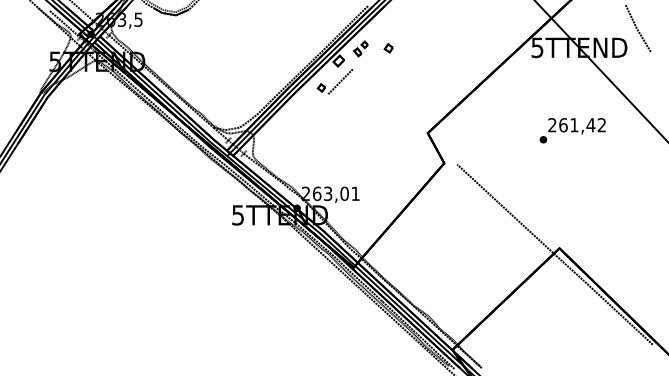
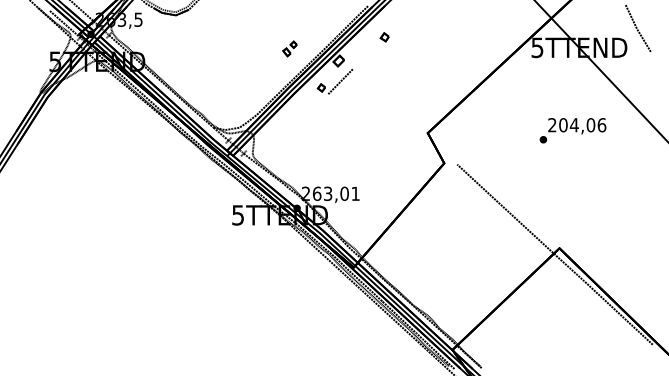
part at (360, 48) position: (360, 48) -> (289, 48)
part at (388, 48) position: (388, 48) -> (384, 37)
text at (582, 125): 261,42 -> 204,06
